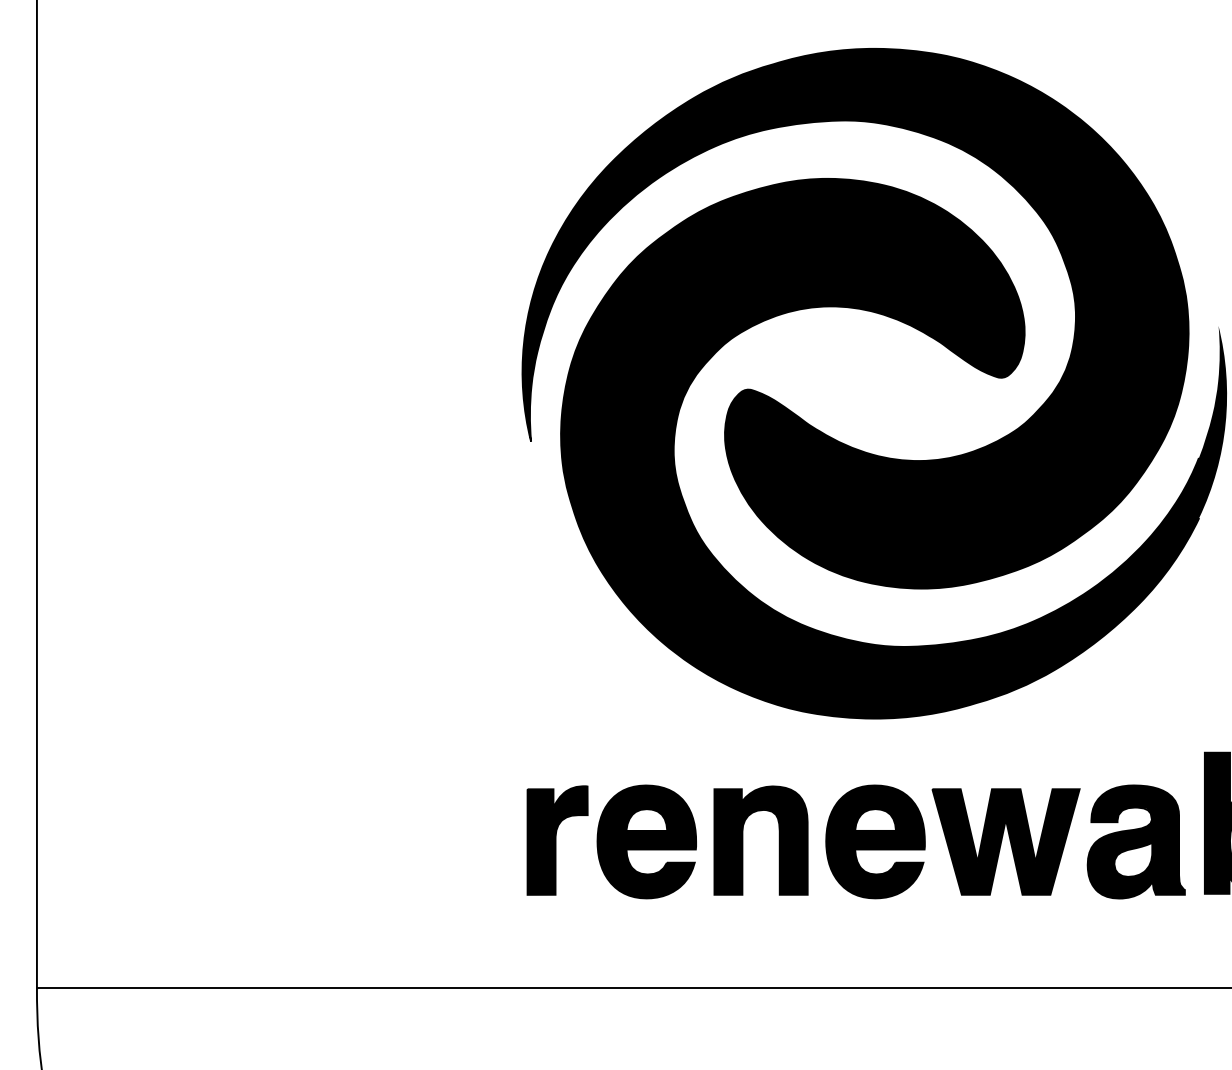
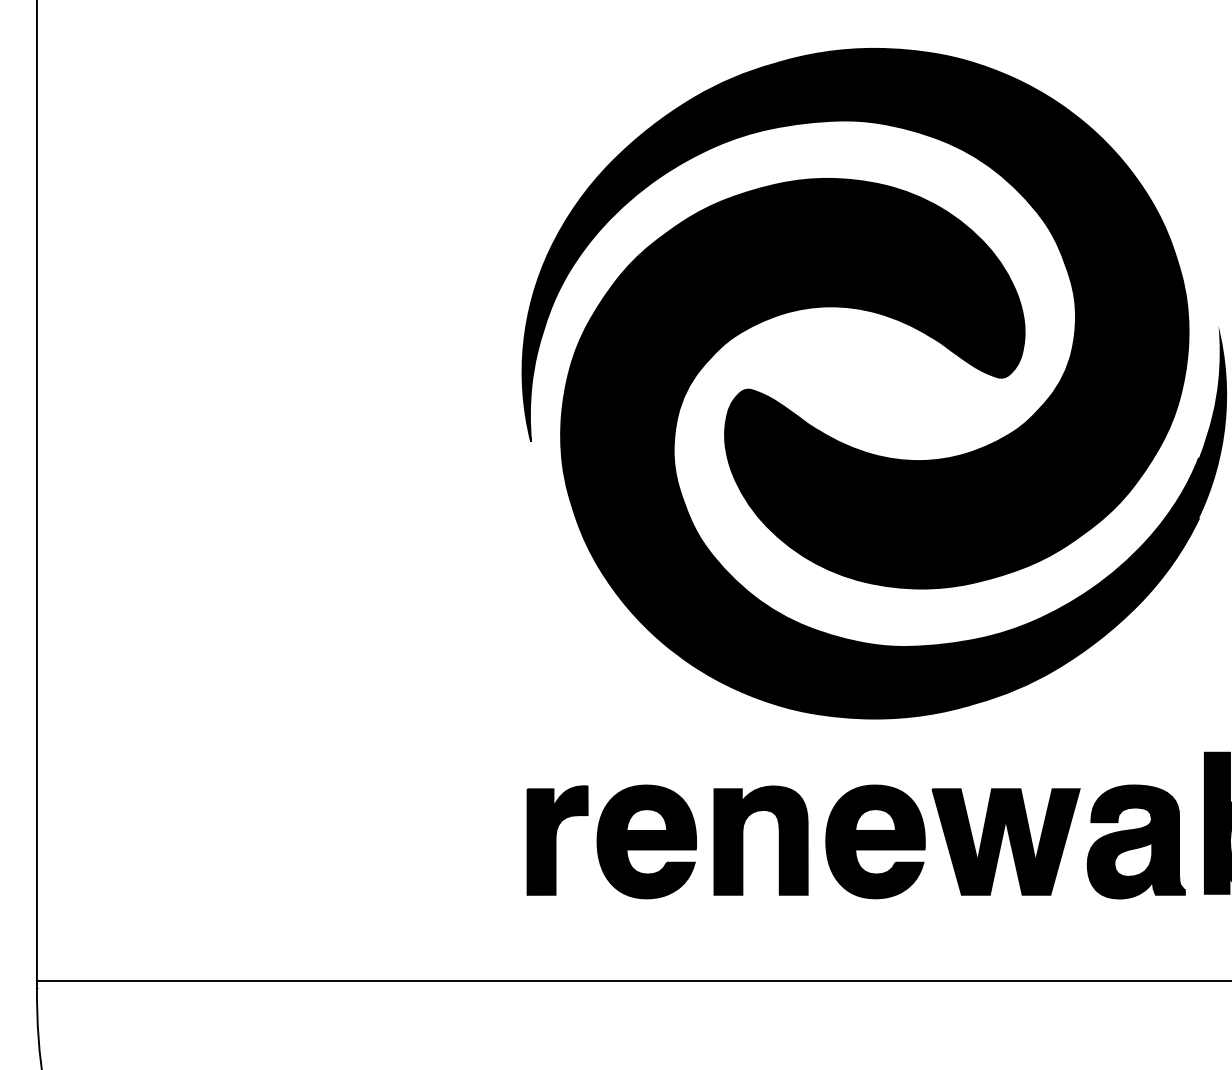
line at (632, 988) position: (632, 988) -> (632, 981)
